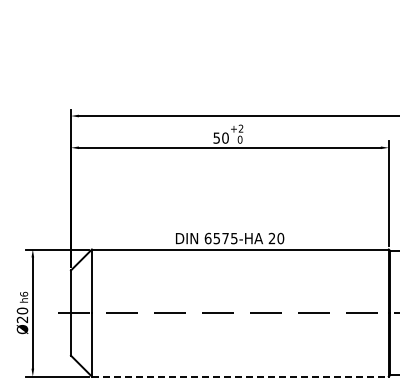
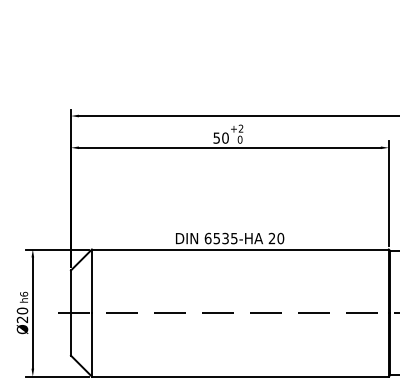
text at (225, 238): 6575-HA -> 6535-HA
line at (240, 376): dashed -> solid
